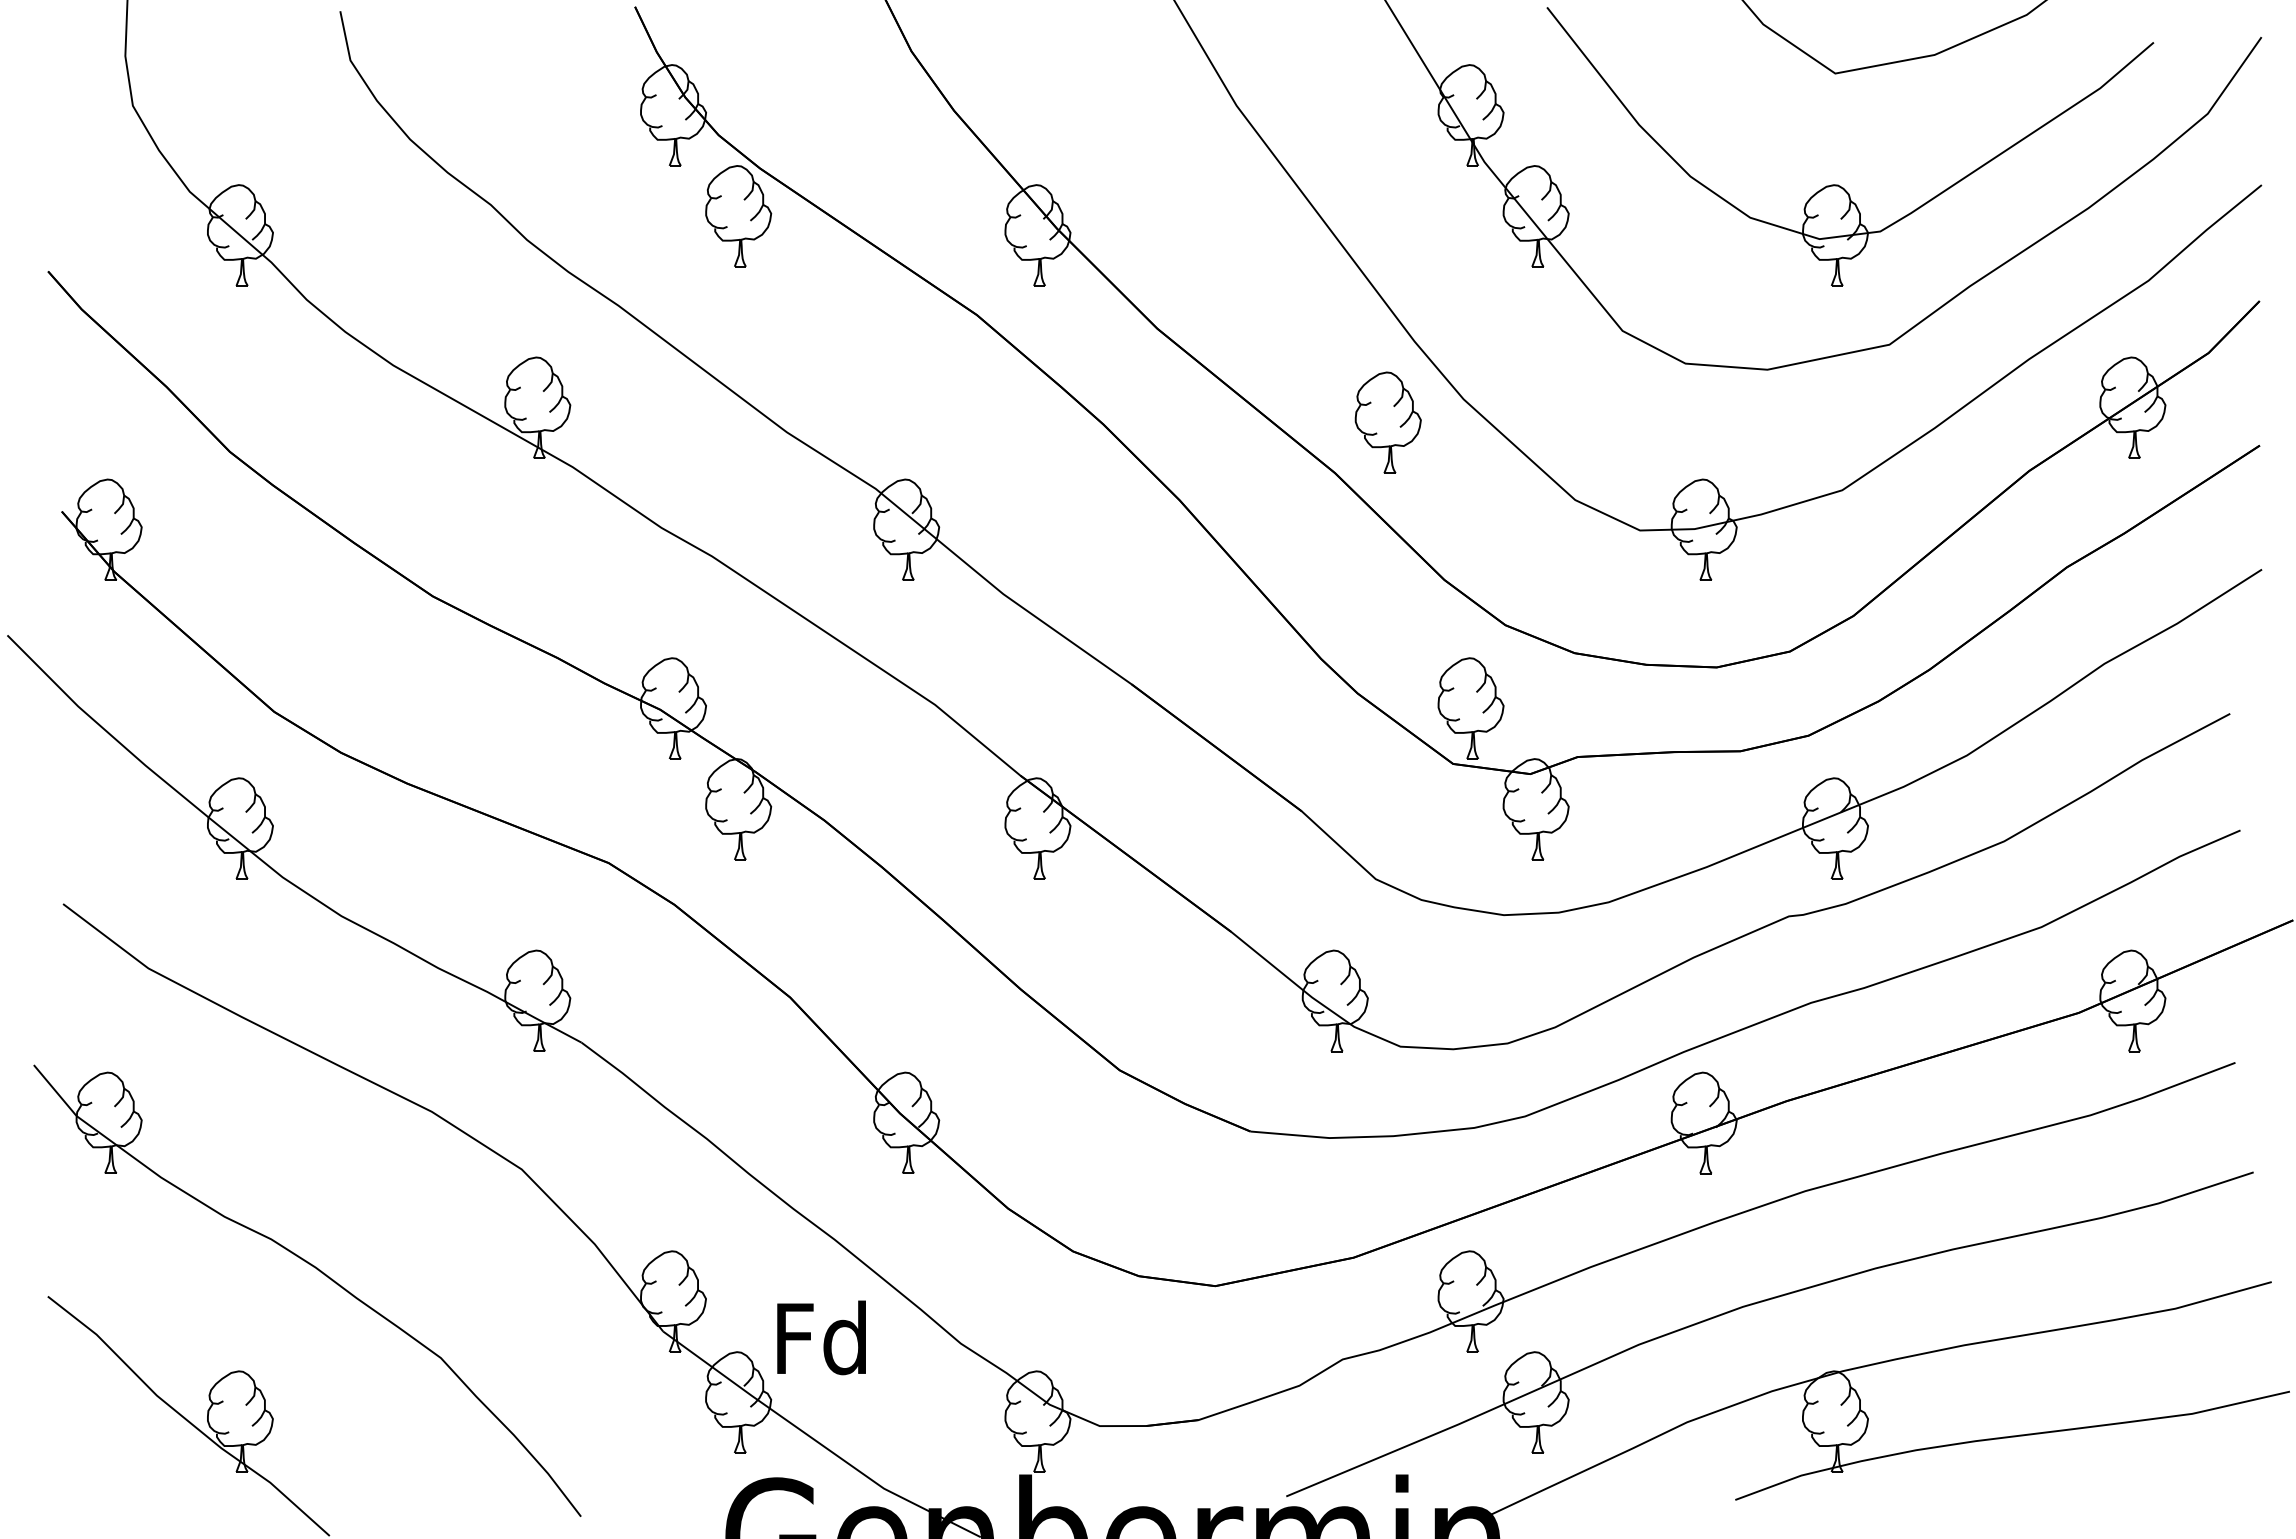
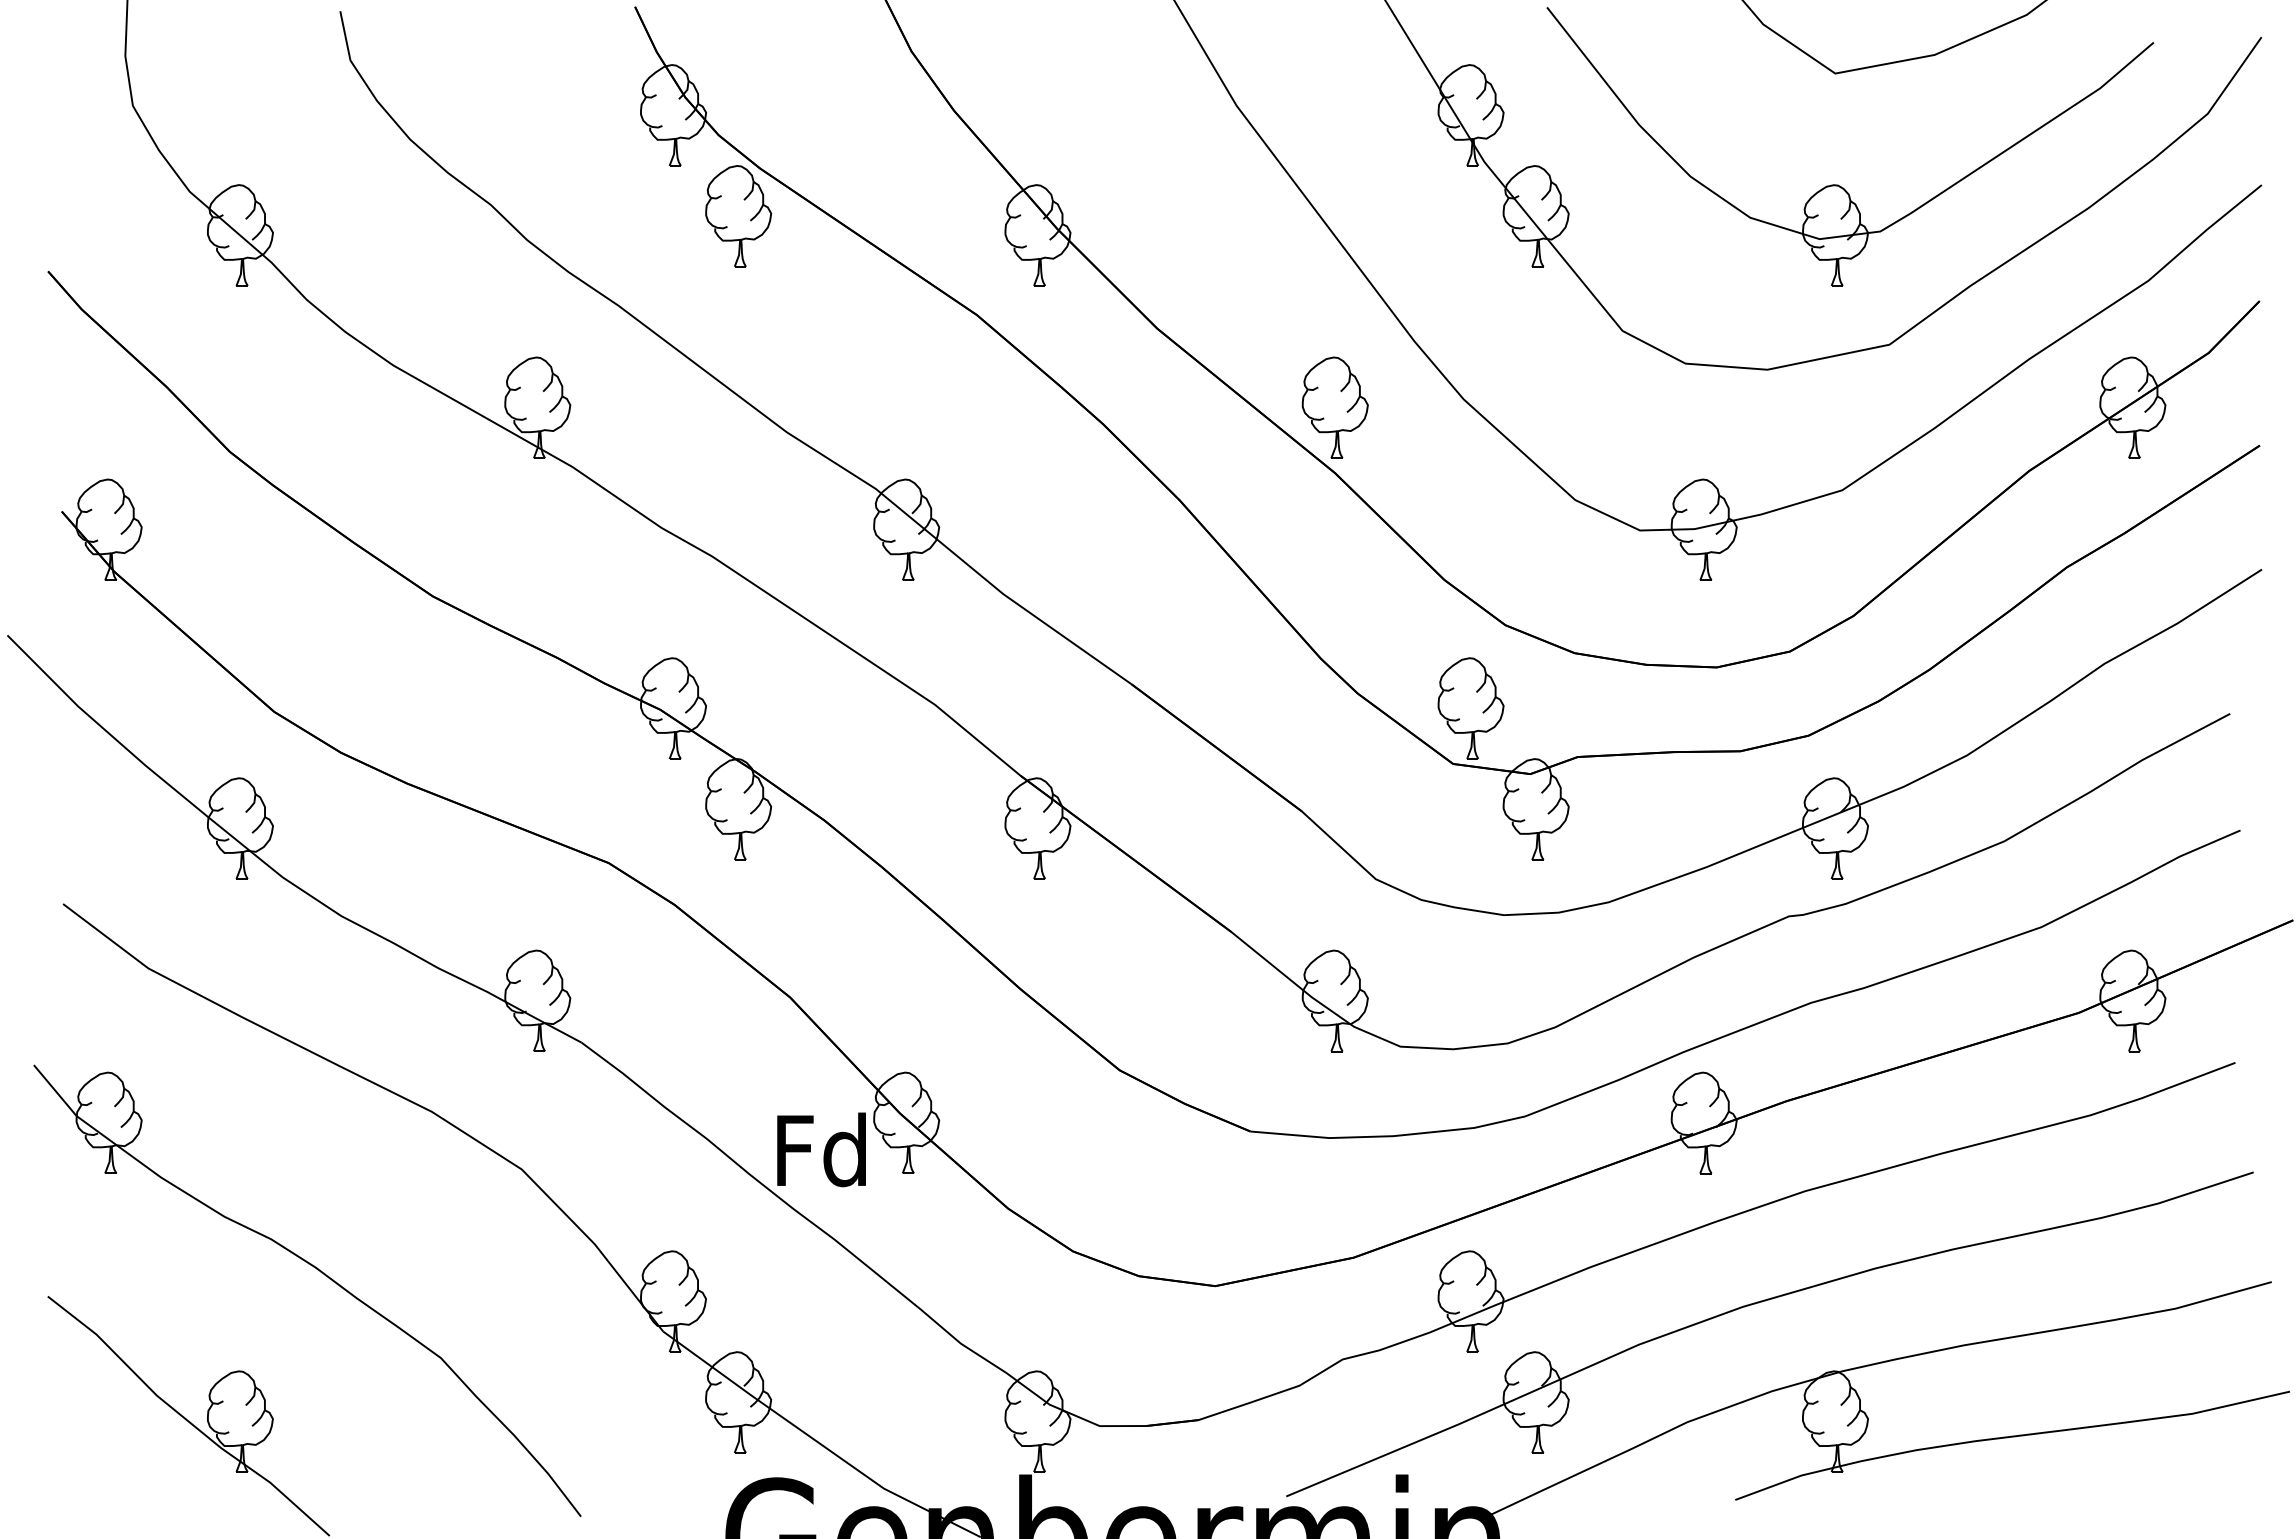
part at (1387, 422) position: (1387, 422) -> (1334, 407)
text at (821, 1337) position: (821, 1337) -> (821, 1149)
